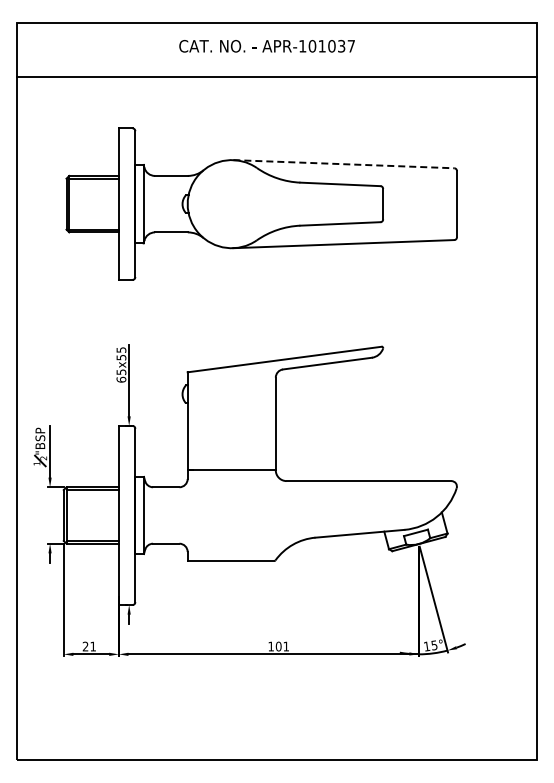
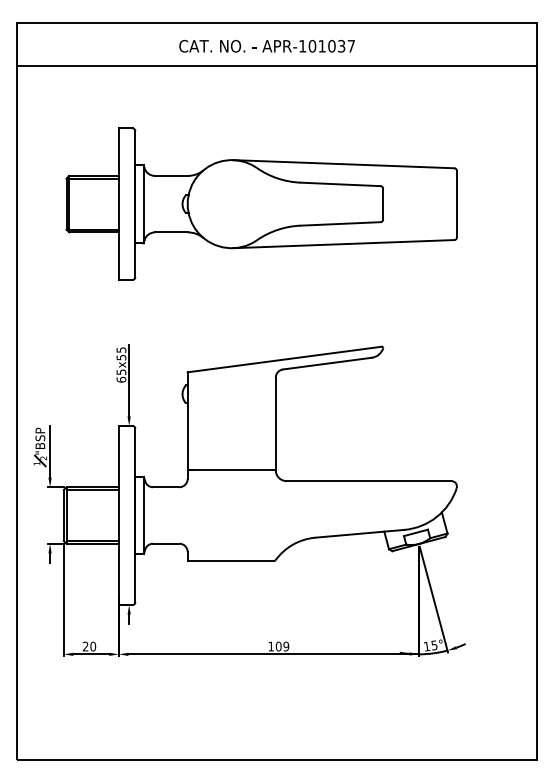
line at (276, 76) position: (276, 76) -> (276, 65)
line at (343, 164): dashed -> solid
text at (93, 646): 21 -> 20
text at (286, 646): 101 -> 109
